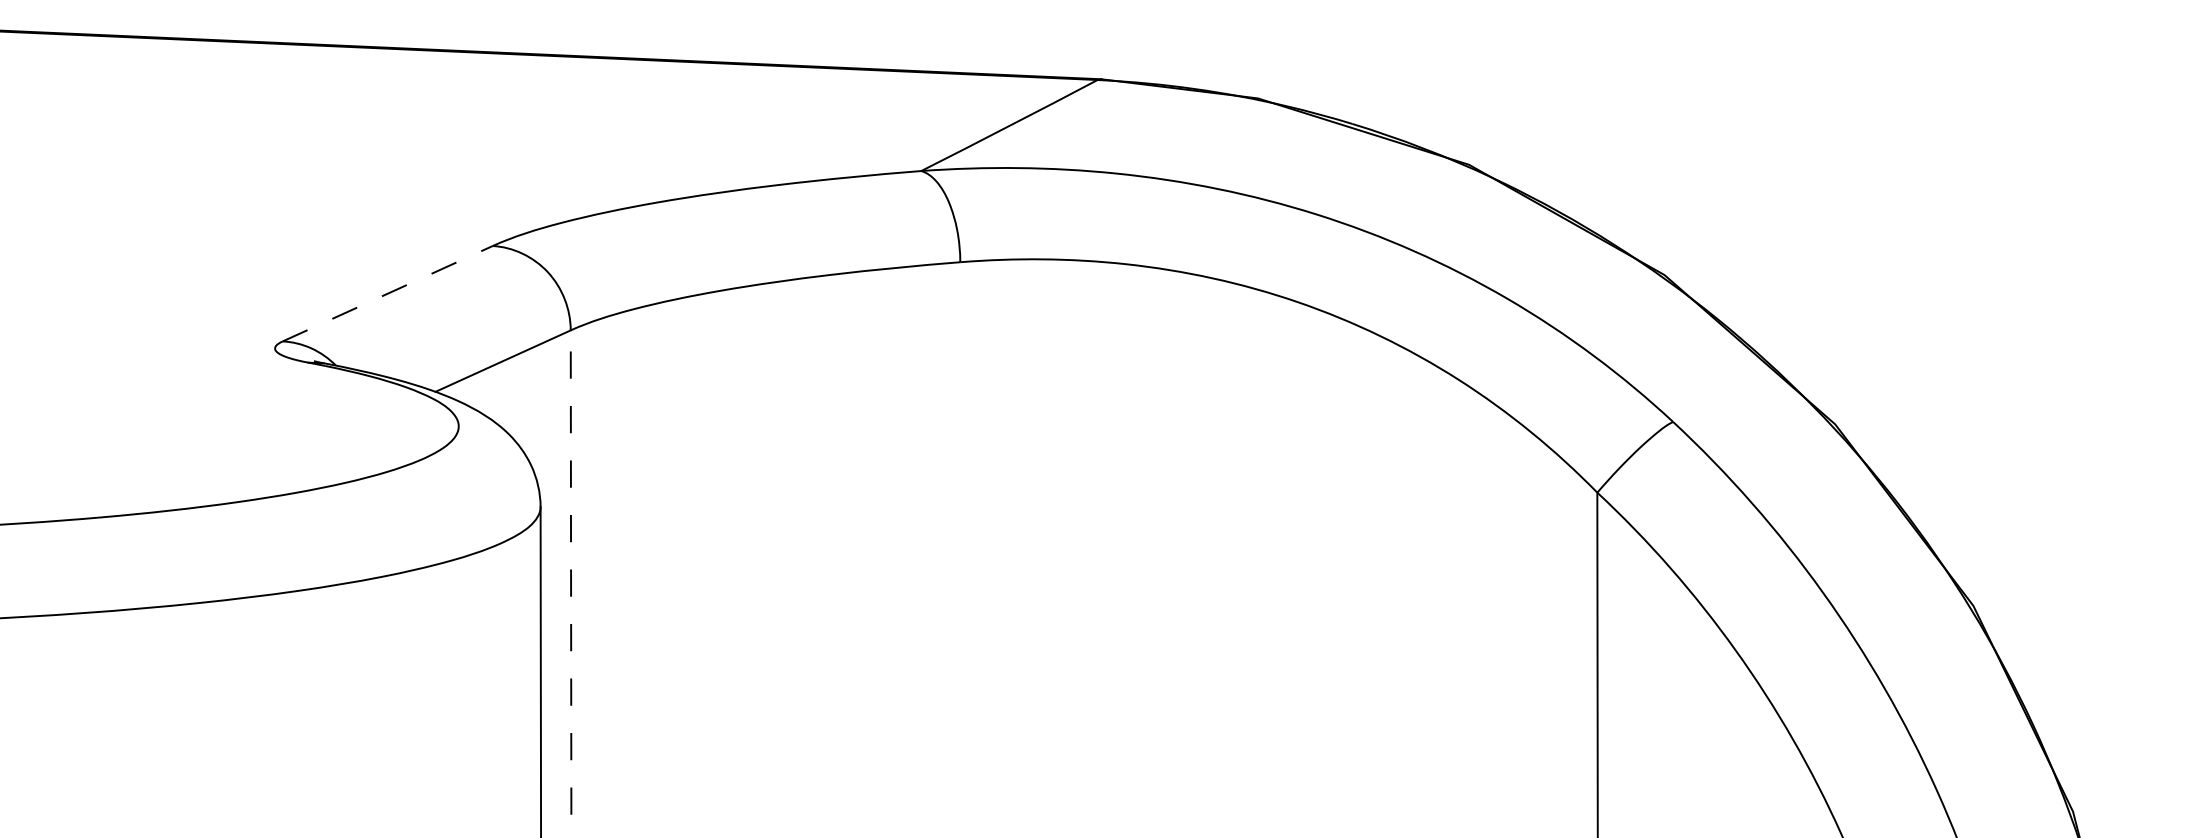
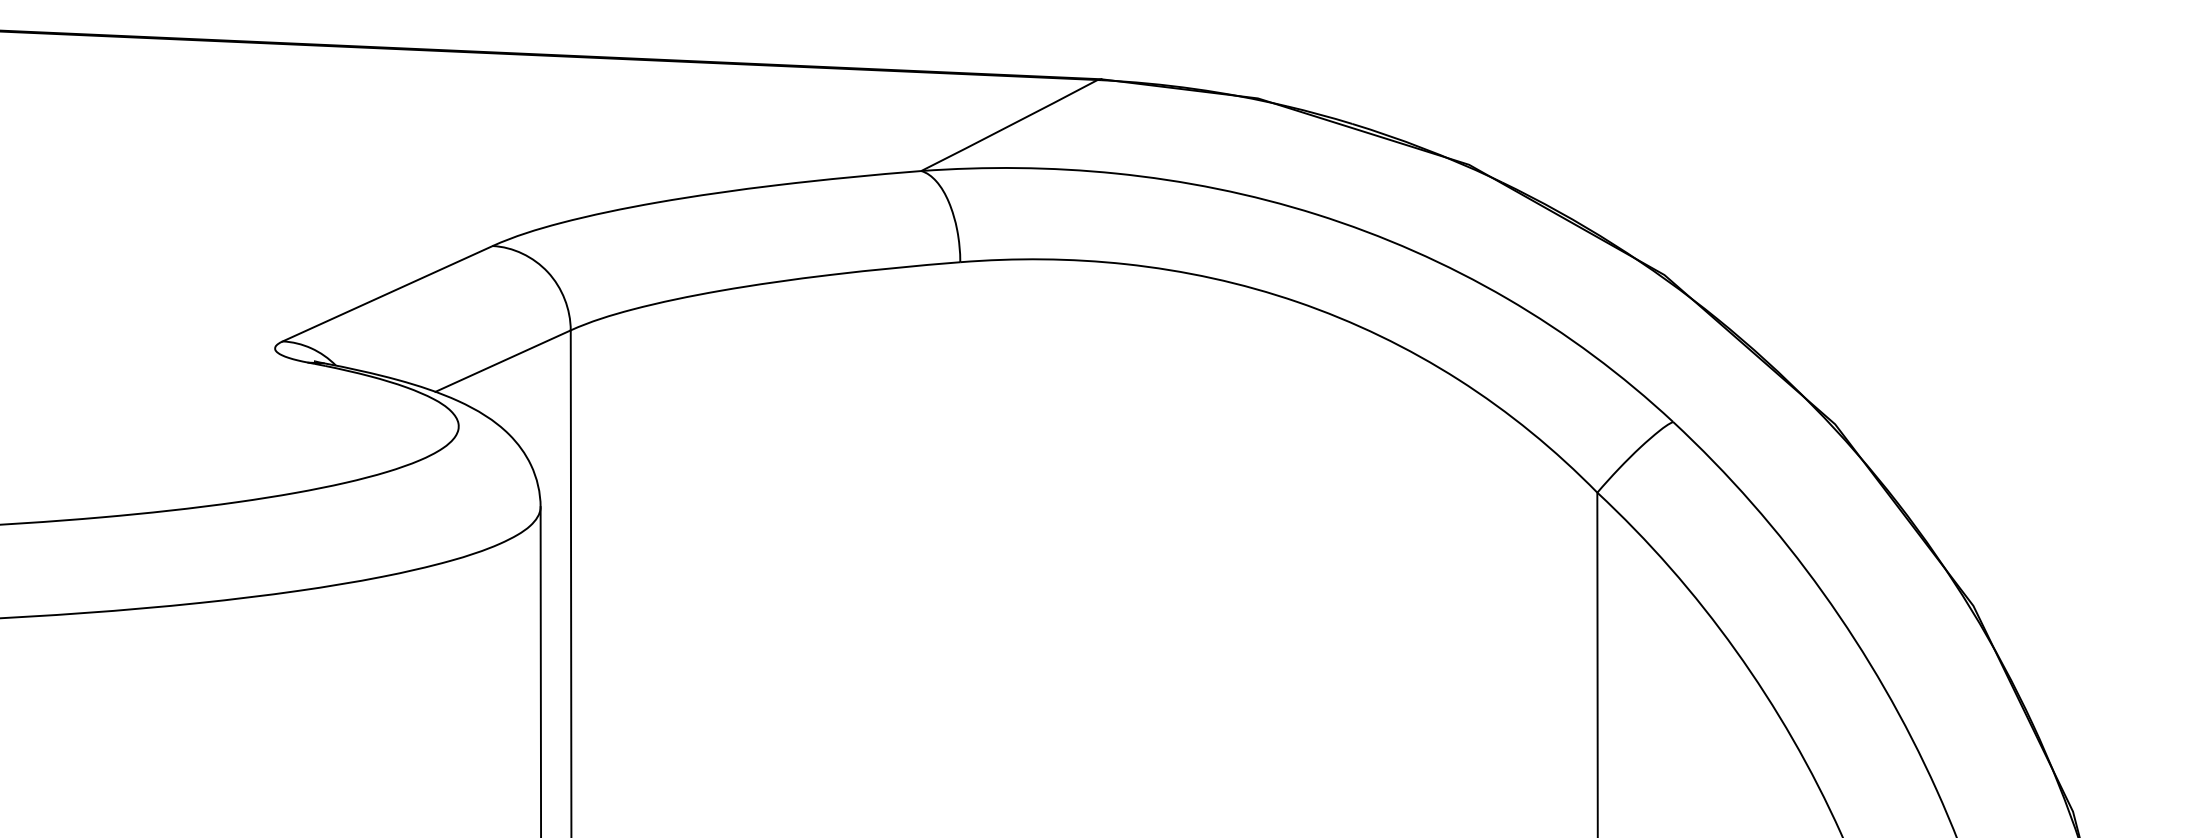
line at (388, 293): dashed -> solid
line at (571, 584): dashed -> solid
